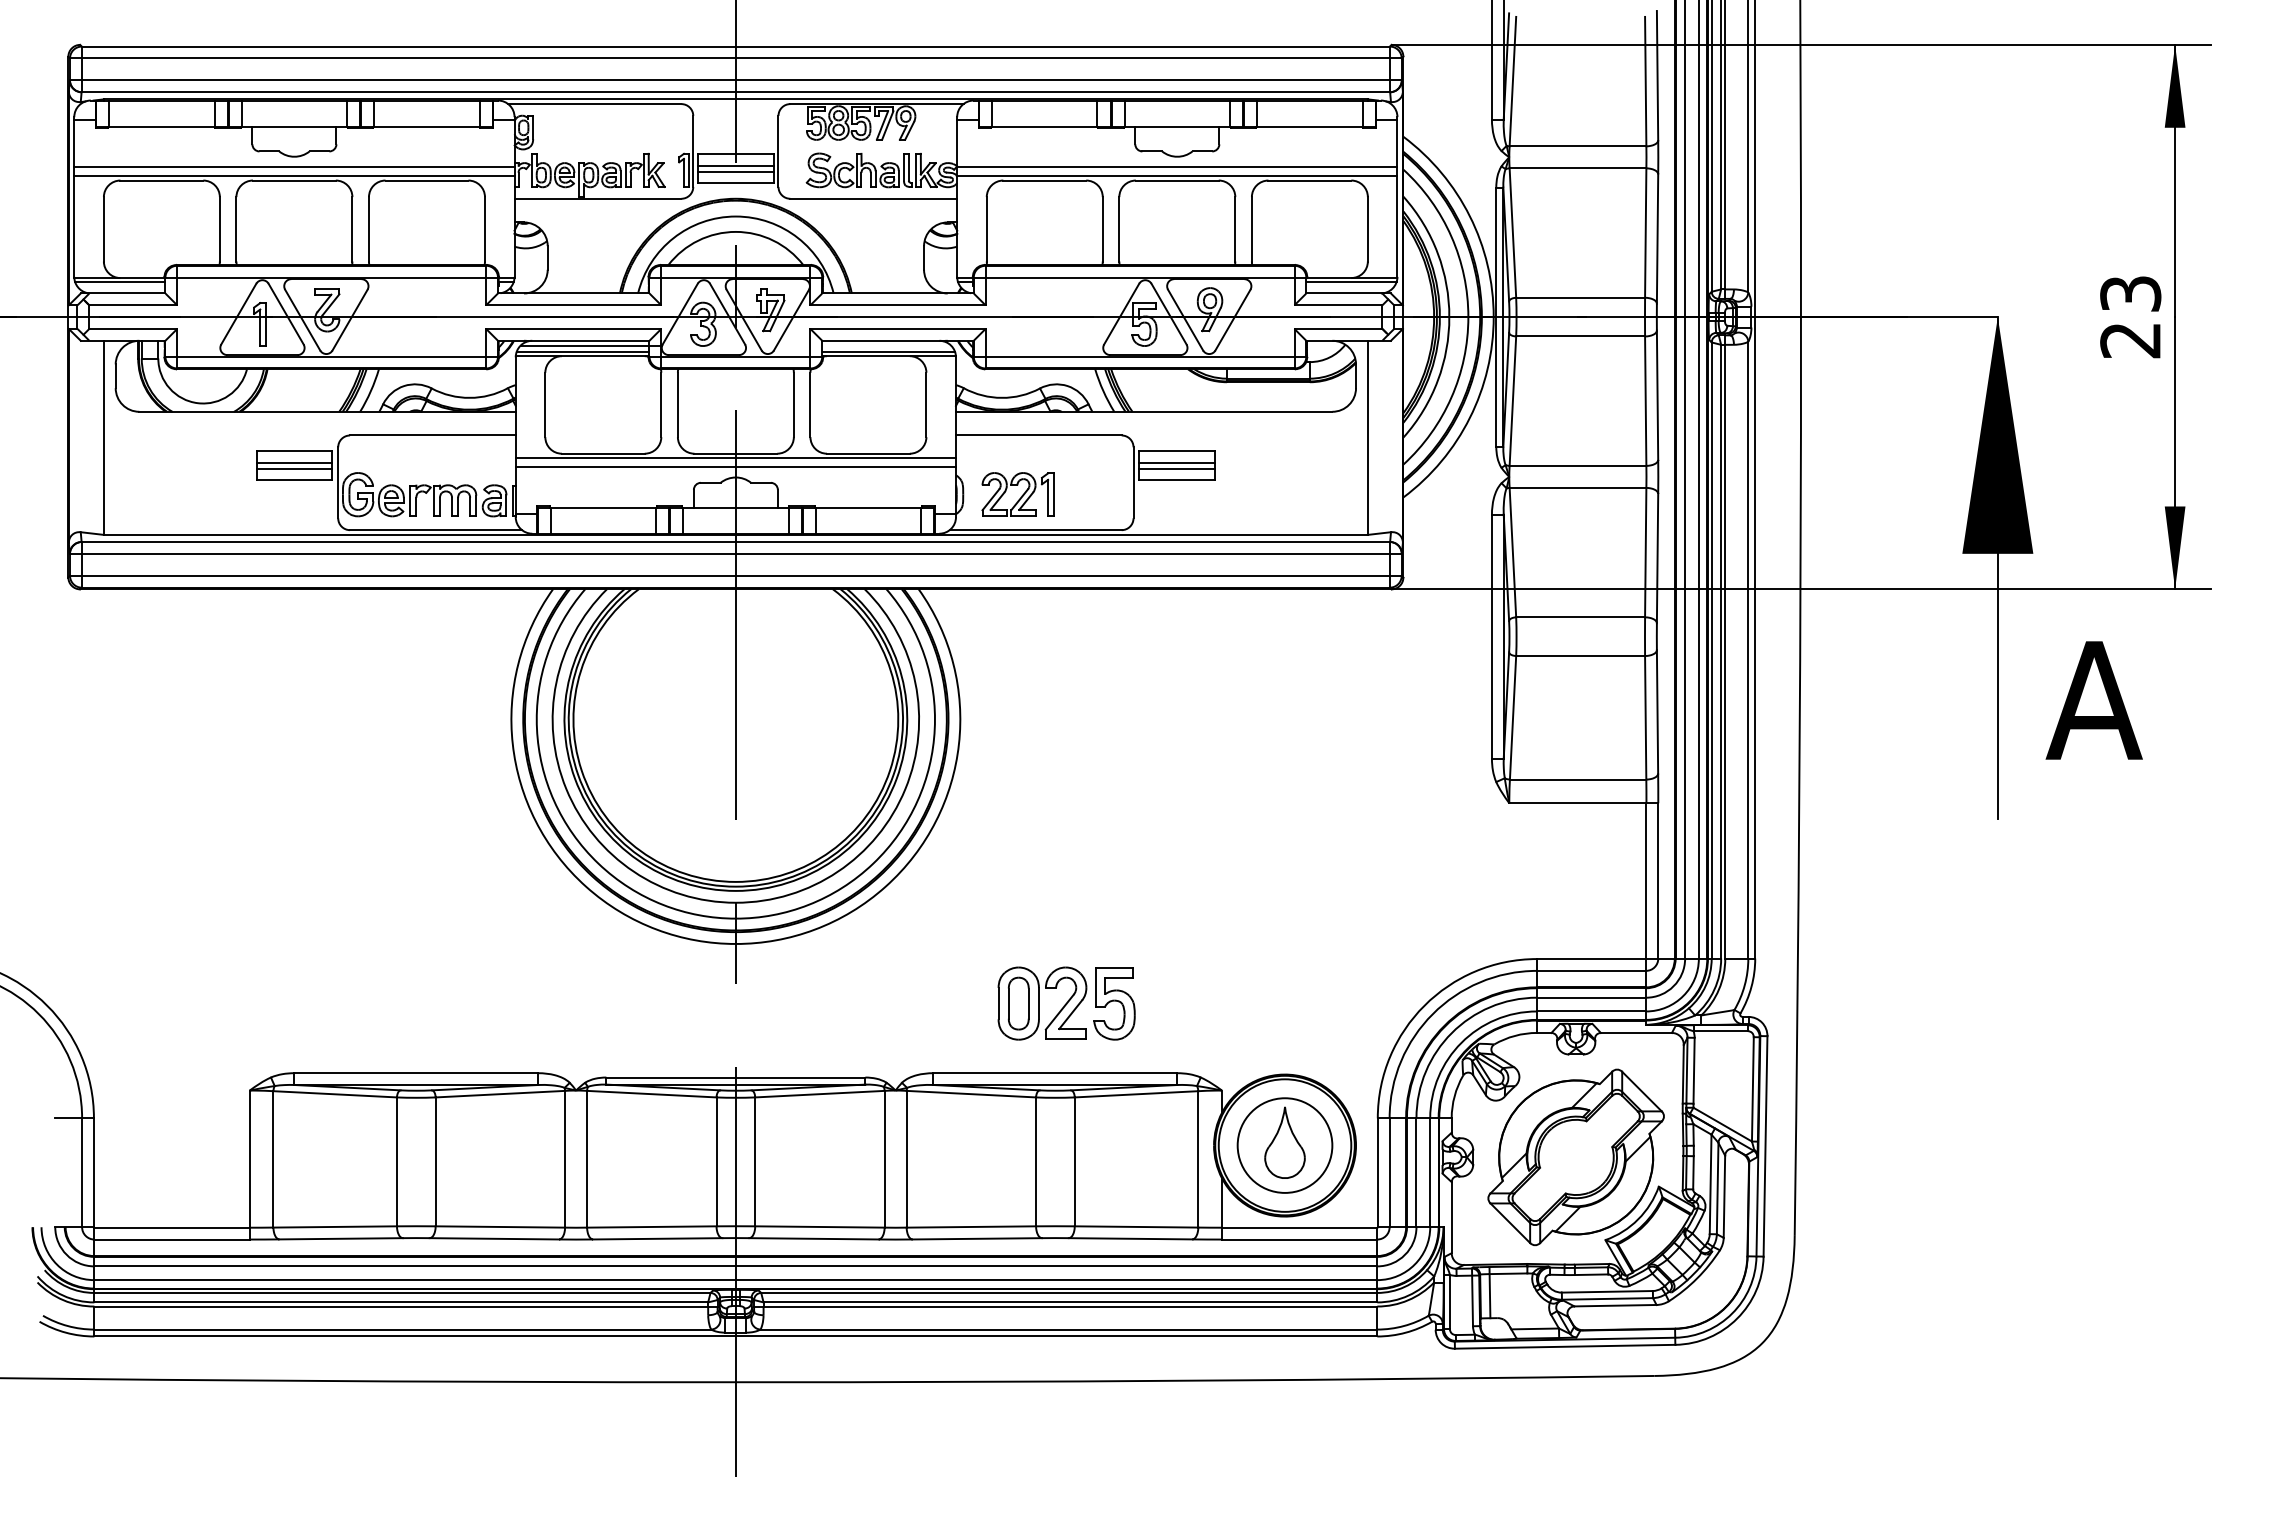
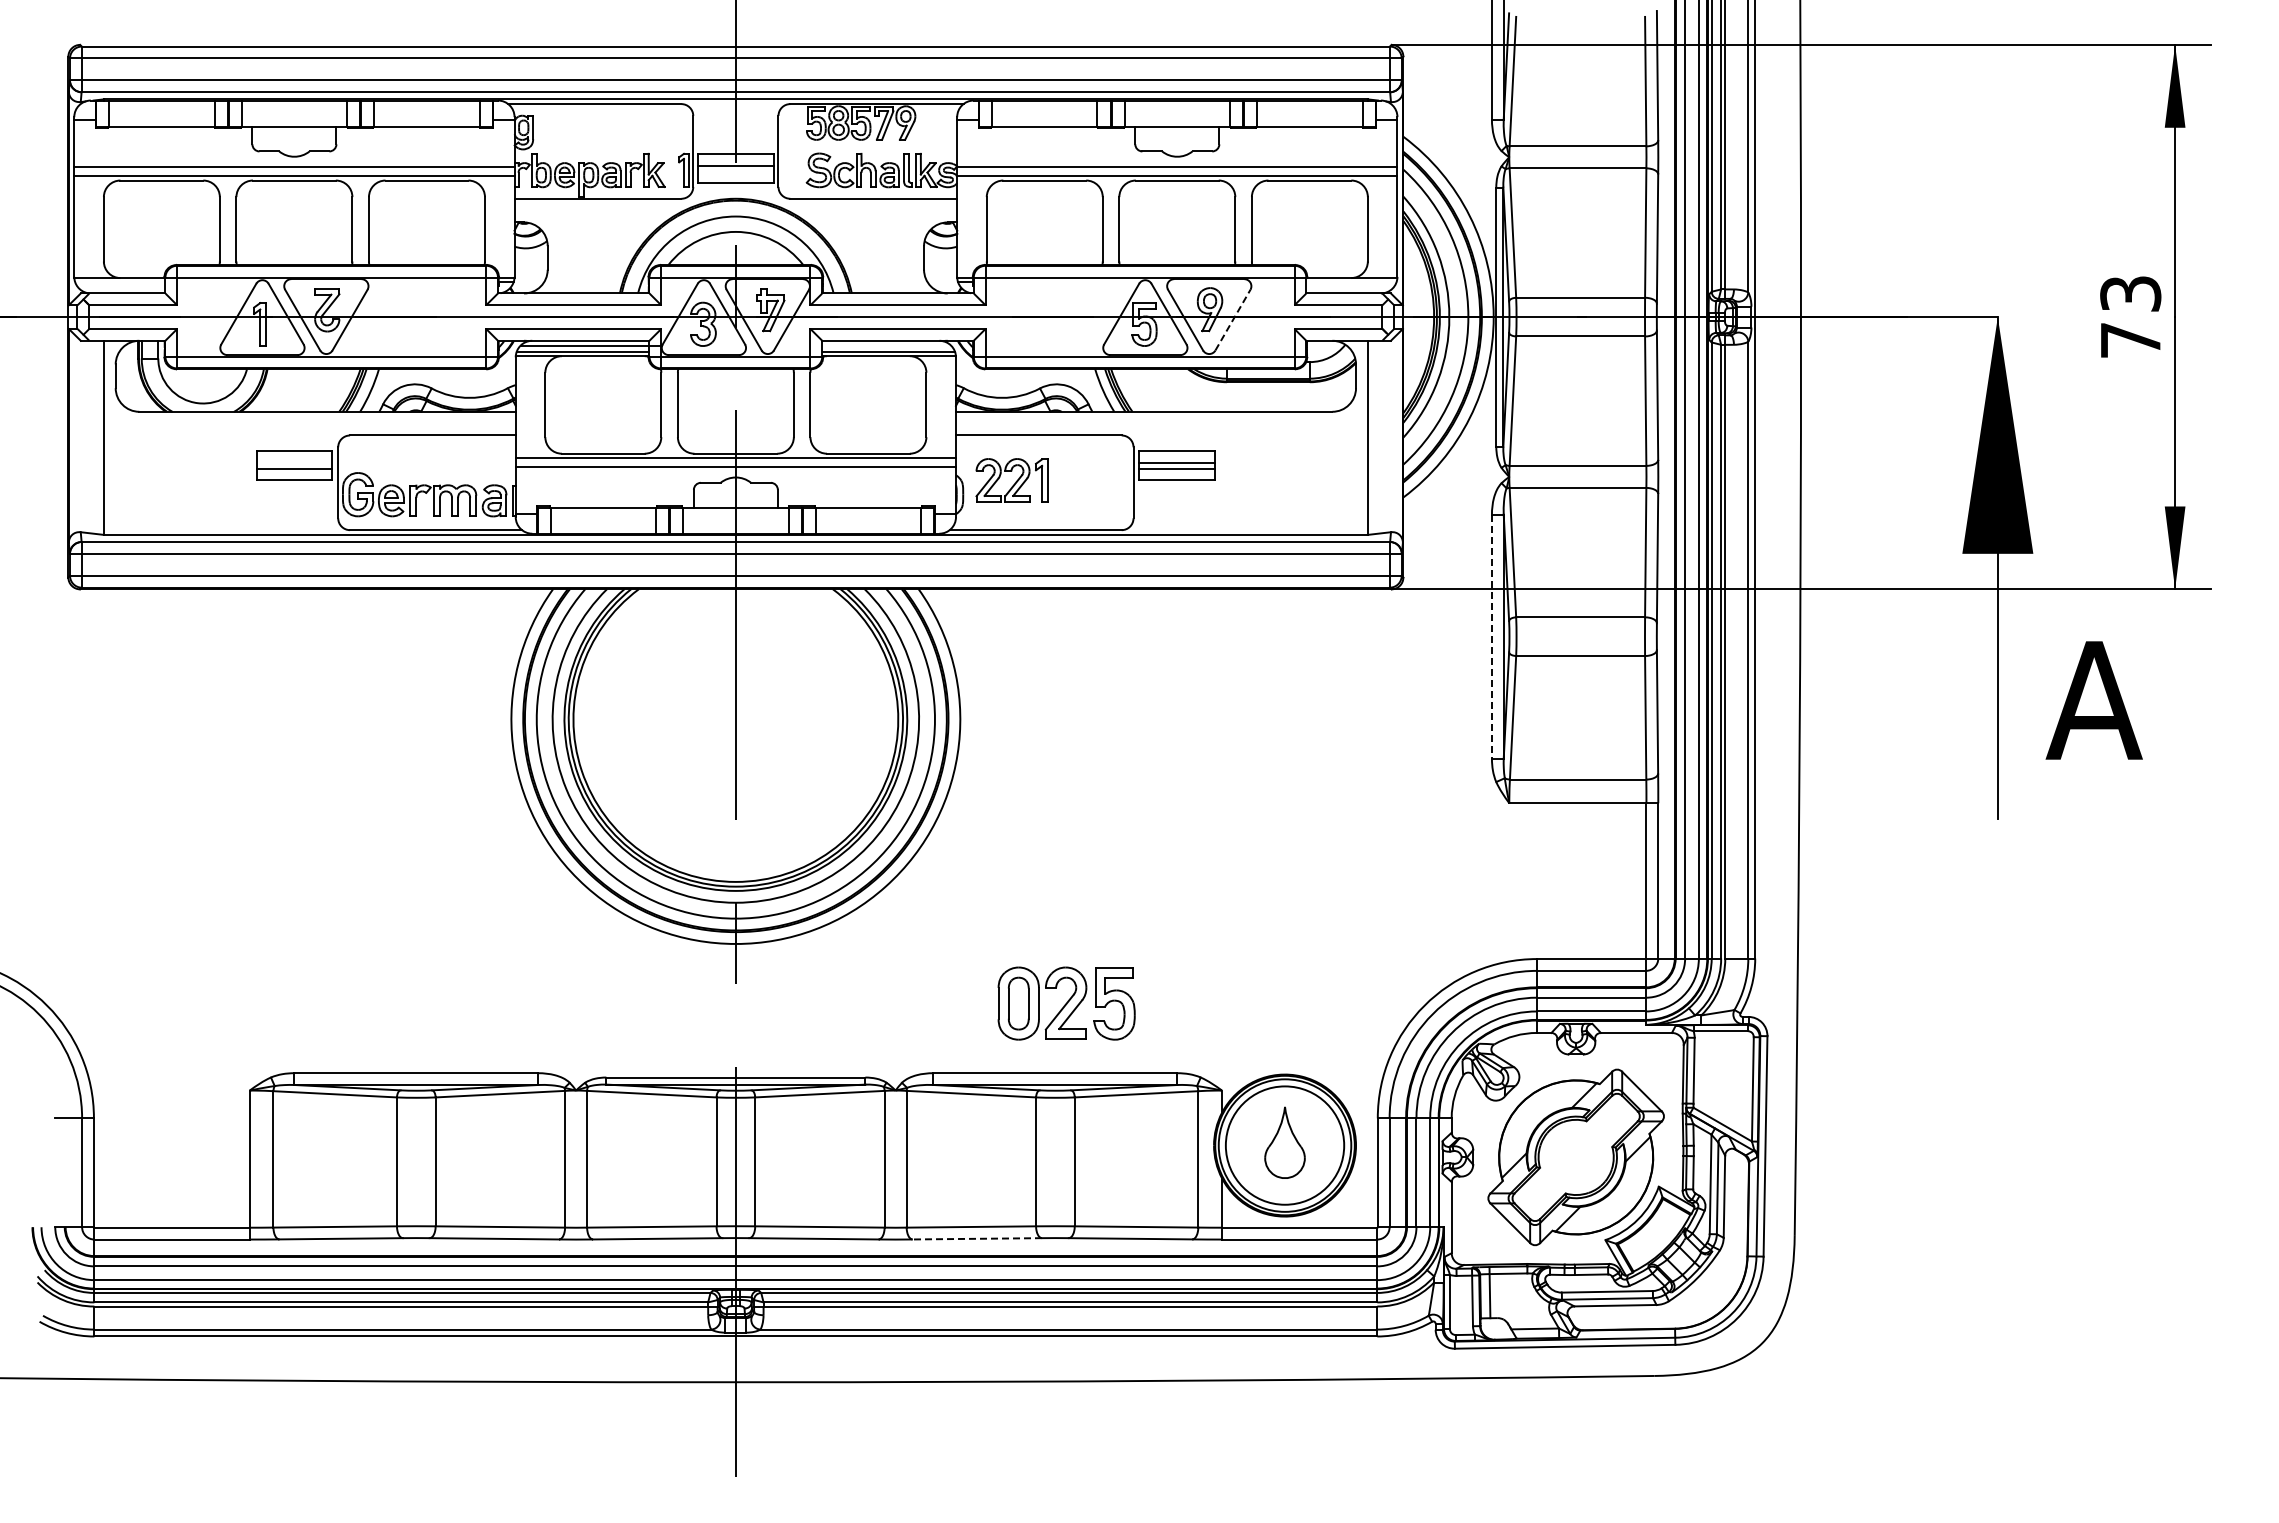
line at (735, 171): present -> none
line at (119, 282): present -> none
line at (1351, 282): present -> none
line at (1233, 319): solid -> dashed
text at (2130, 340): 23 -> 73
line at (294, 462): present -> none
part at (1017, 494) position: (1017, 494) -> (1011, 480)
line at (1491, 637): solid -> dashed
circle at (1284, 1145) diameter: 95 px -> 118 px
line at (977, 1238): solid -> dashed
